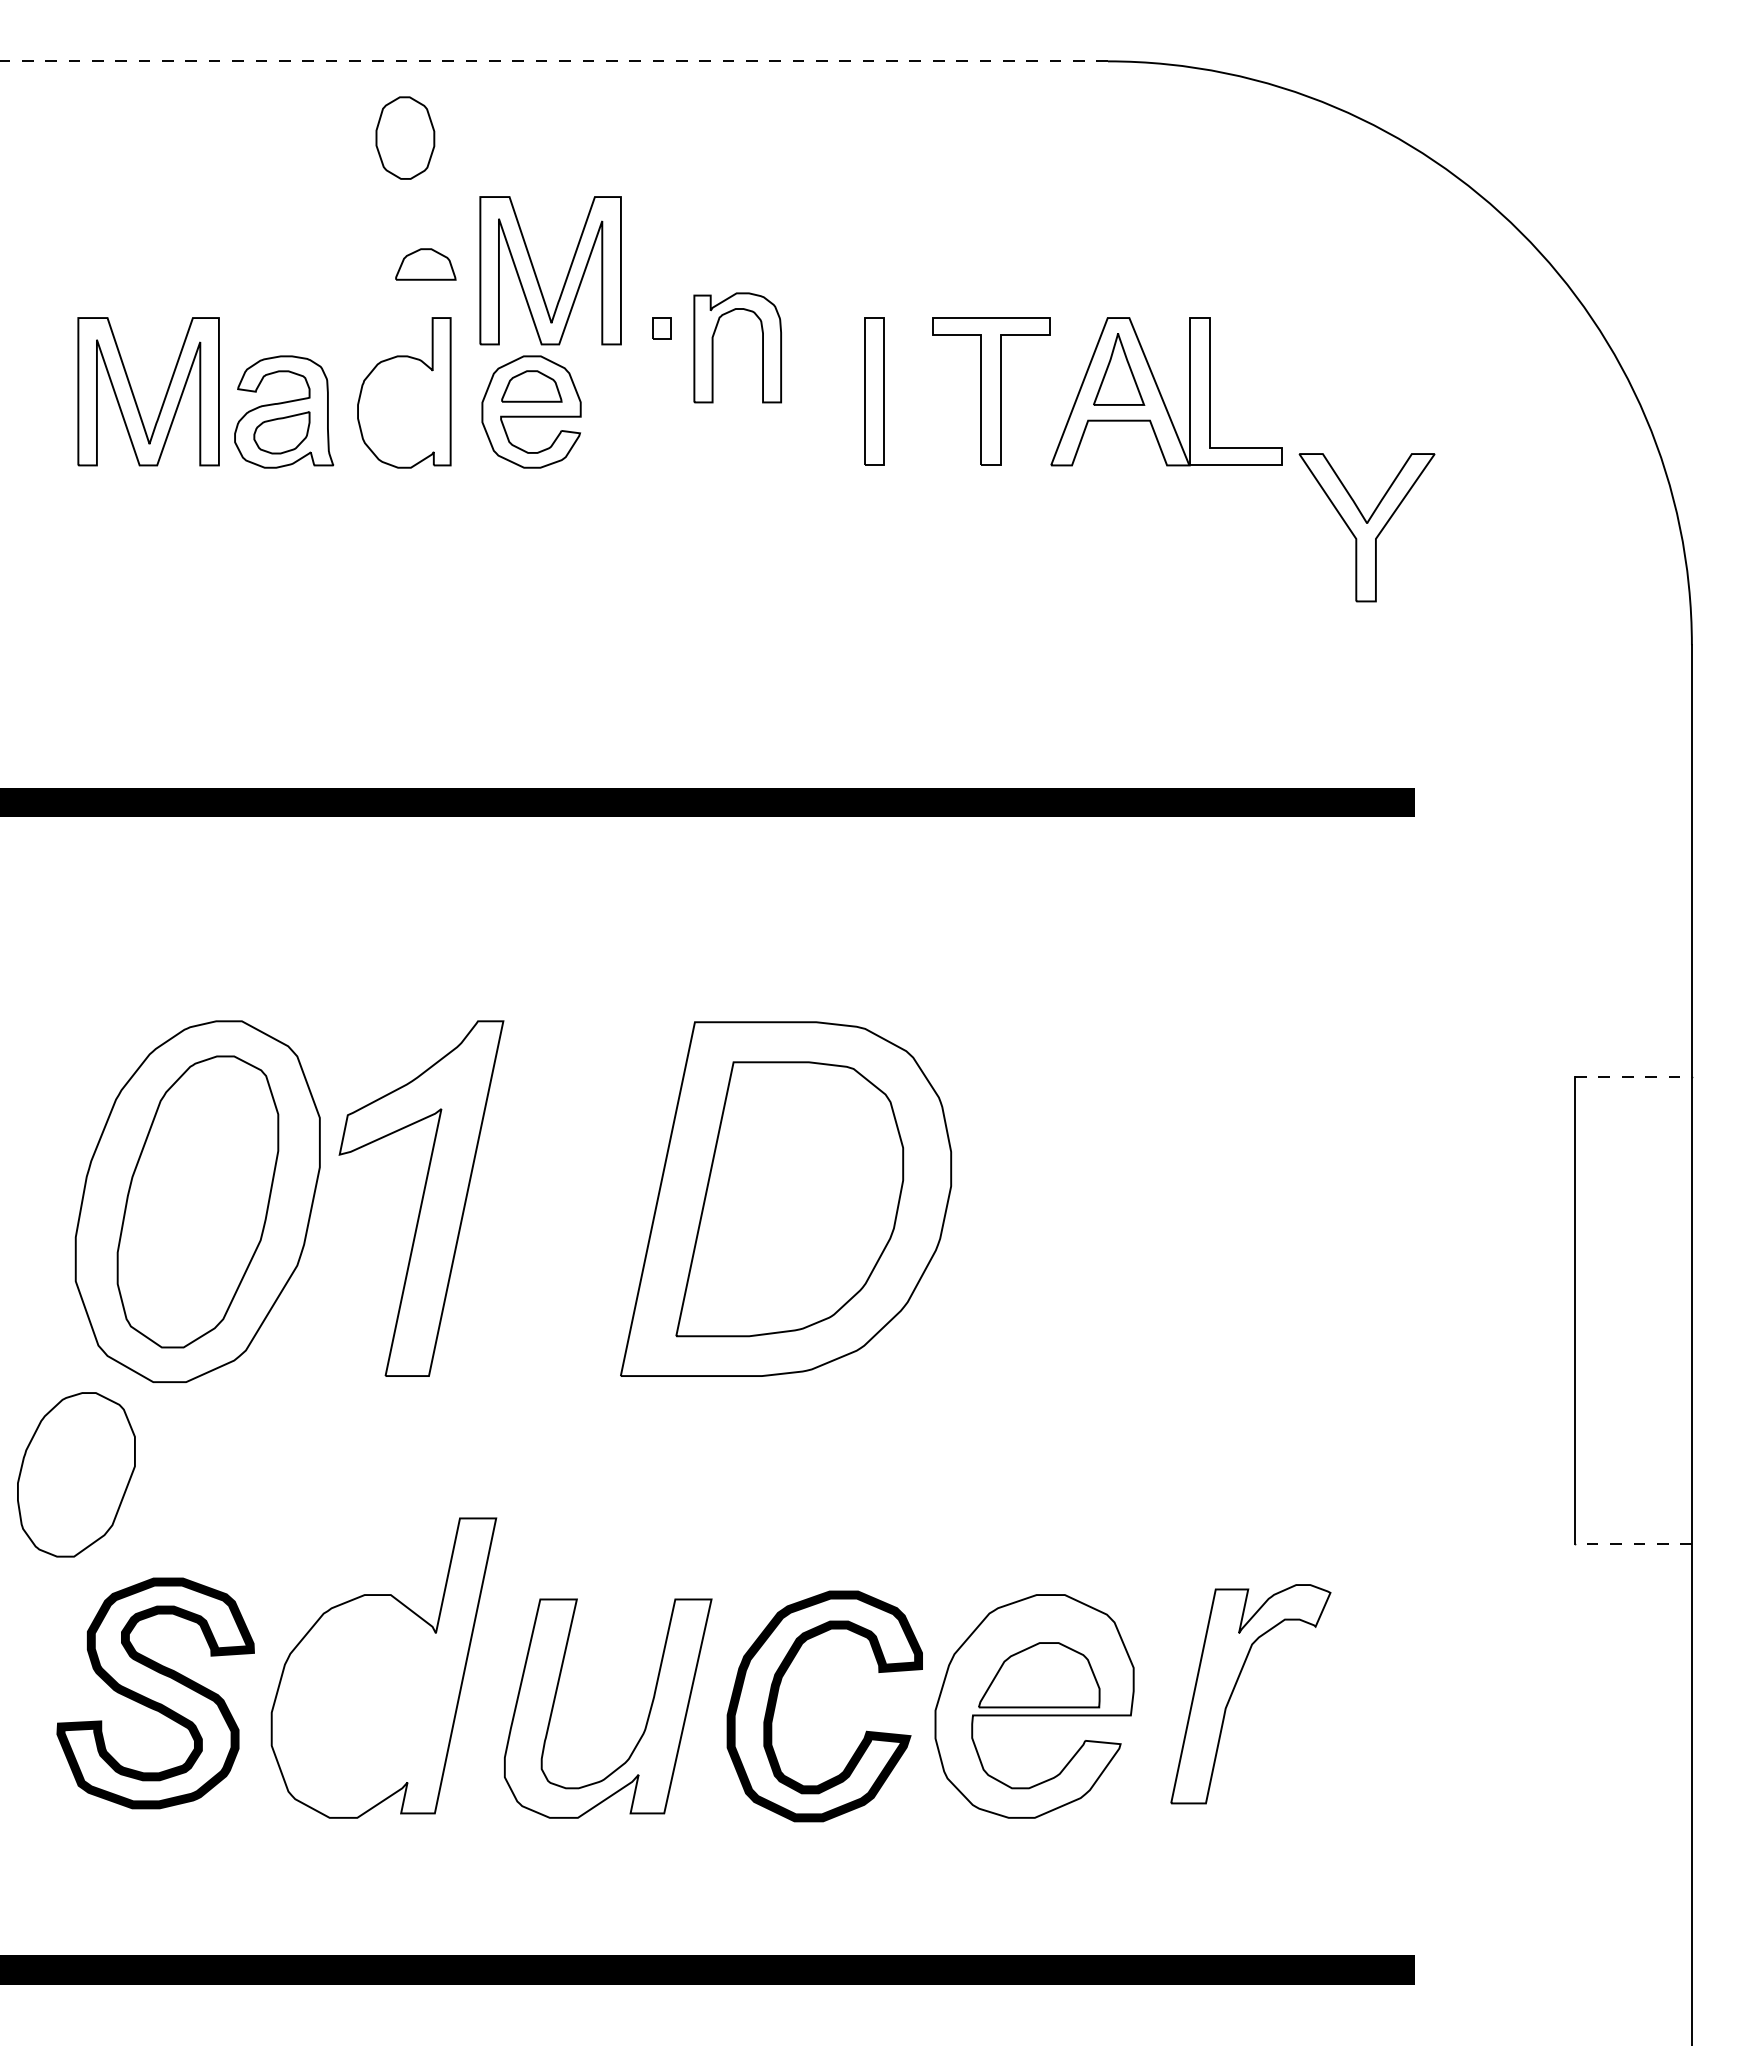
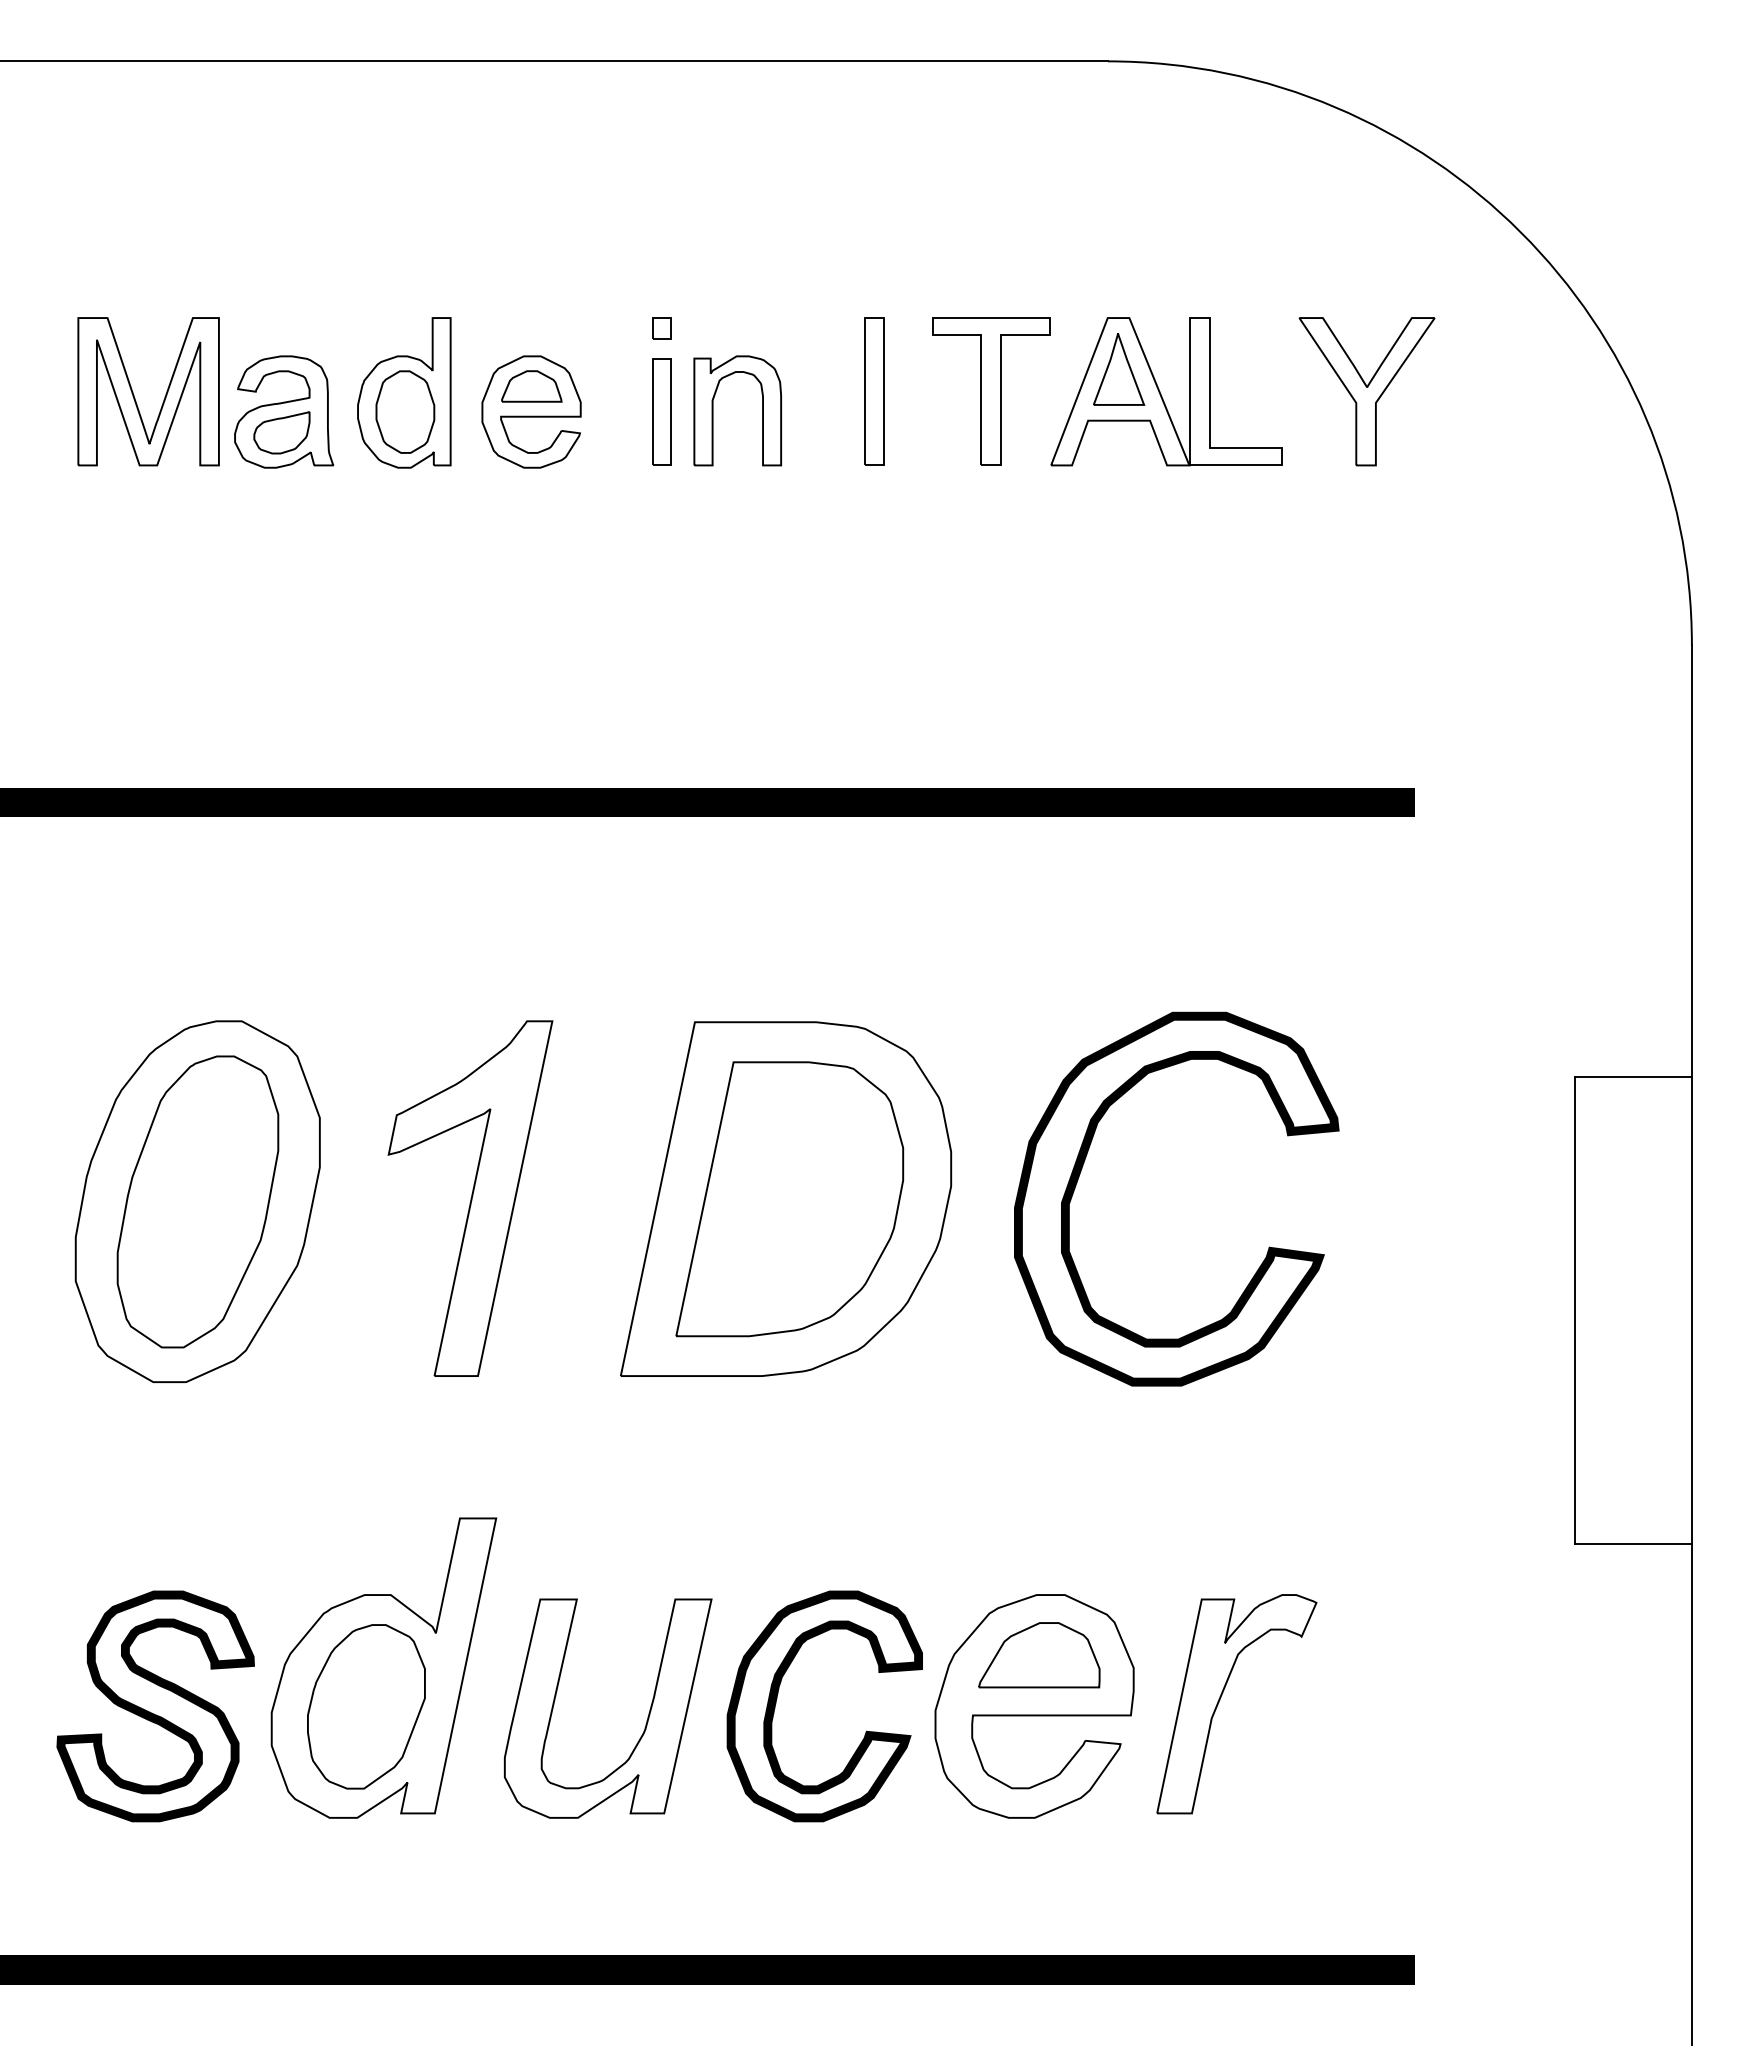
line at (554, 61): dashed -> solid
part at (405, 137) position: (405, 137) -> (405, 411)
part at (425, 264): present -> none
part at (536, 274): present -> none
part at (713, 347) position: (713, 347) -> (713, 410)
part at (661, 411): none -> present
part at (1366, 527) position: (1366, 527) -> (1366, 391)
line at (1634, 1077): dashed -> solid
part at (1083, 1166): none -> present
part at (421, 1198) position: (421, 1198) -> (470, 1198)
part at (76, 1474) position: (76, 1474) -> (366, 1706)
line at (1633, 1544): dashed -> solid
part at (1039, 1675) position: (1039, 1675) -> (1039, 1655)
part at (1234, 1690) position: (1234, 1690) -> (1220, 1700)
part at (155, 1693) position: (155, 1693) -> (155, 1706)
